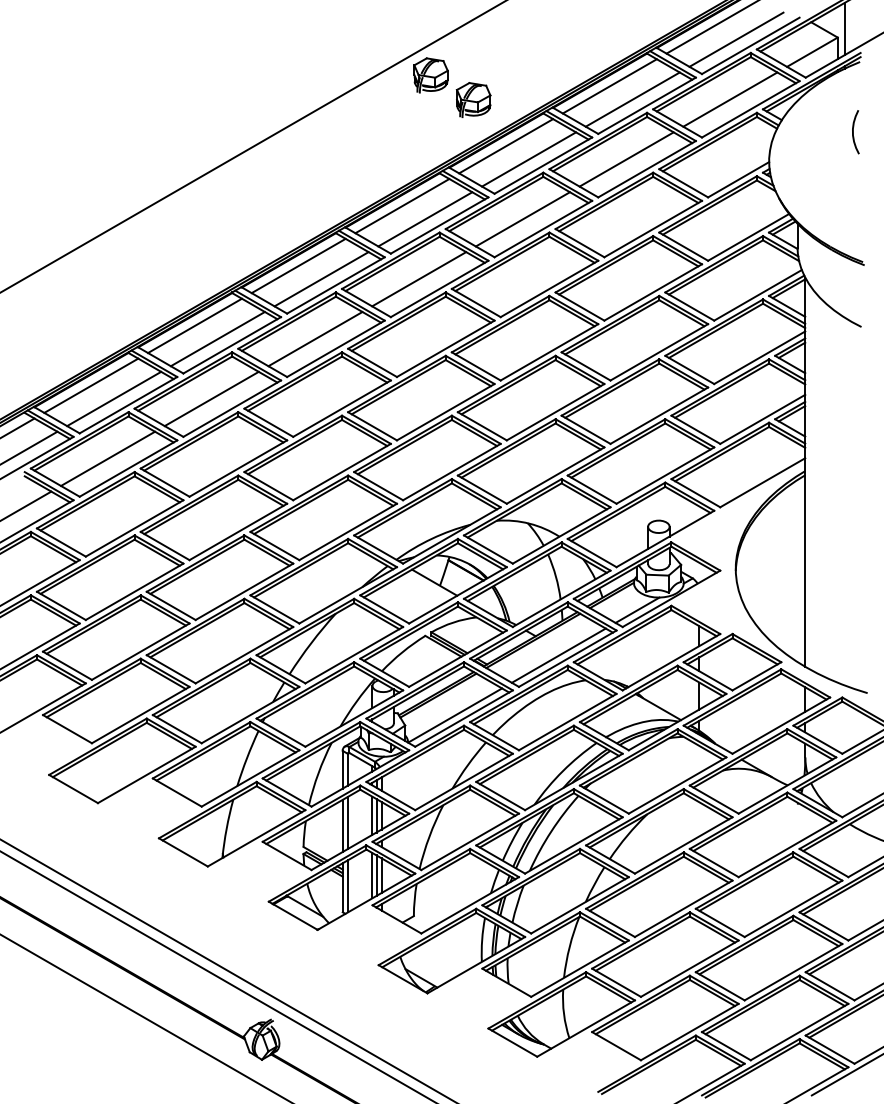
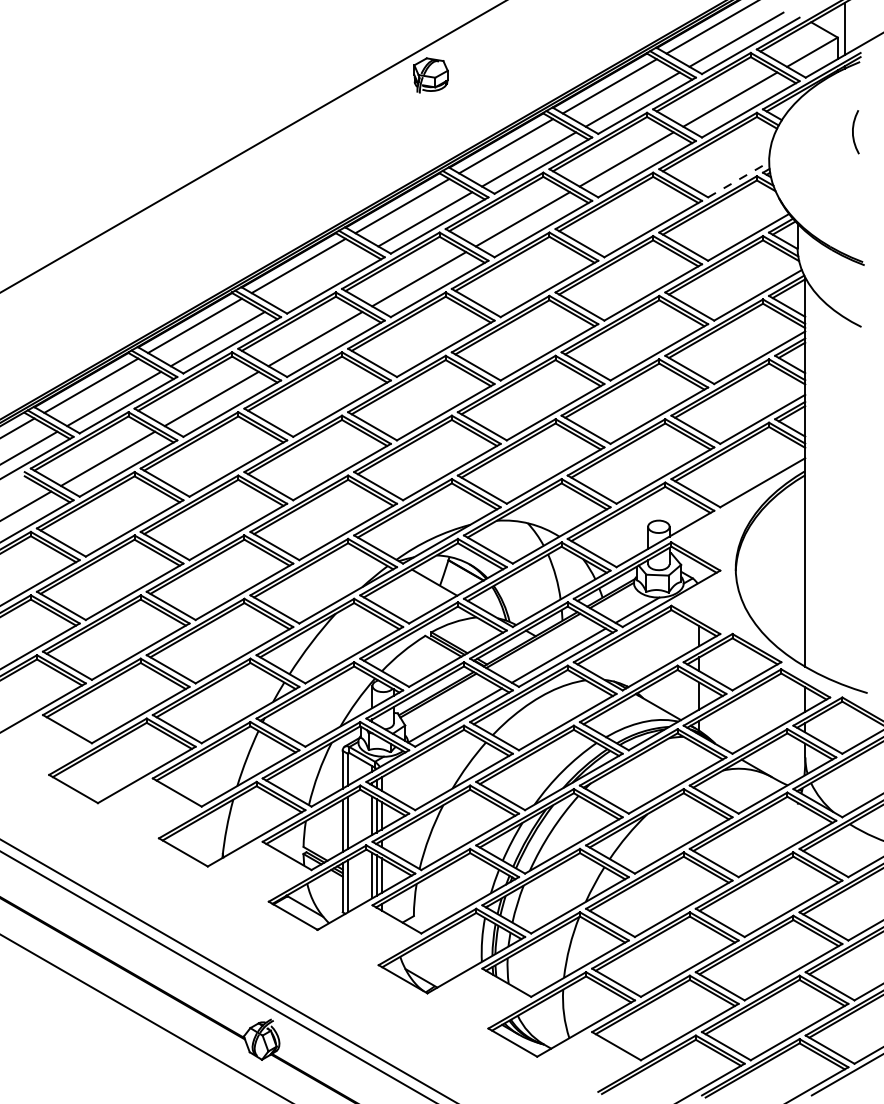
part at (473, 99): present -> none
line at (739, 179): solid -> dashed
line at (321, 279): present -> none
